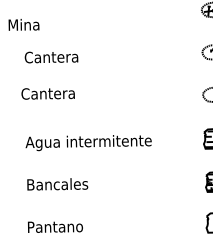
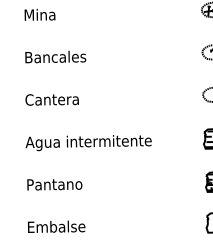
text at (23, 24) position: (23, 24) -> (39, 14)
text at (55, 56): Cantera -> Bancales
text at (47, 93) position: (47, 93) -> (51, 99)
text at (58, 184): Bancales -> Pantano
text at (57, 226): Pantano -> Embalse
